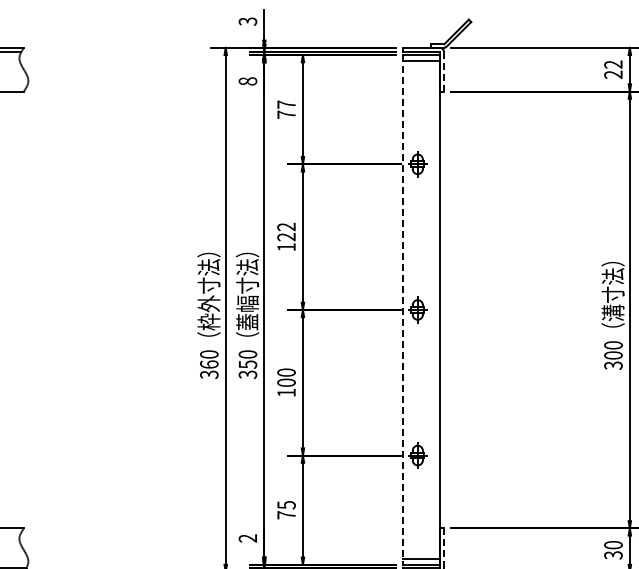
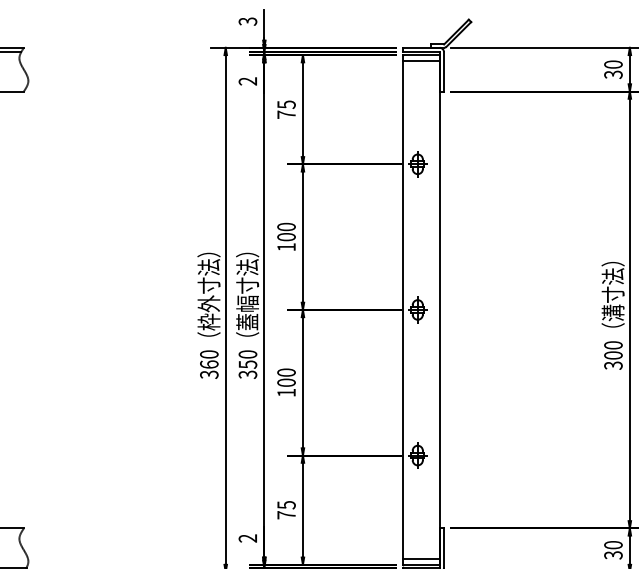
text at (613, 69): 22 -> 30
line at (444, 71): dashed -> solid
text at (247, 81): 8 -> 2
text at (286, 104): 77 -> 75
text at (286, 231): 122 -> 100
line at (403, 309): dashed -> solid
line at (444, 548): dashed -> solid
